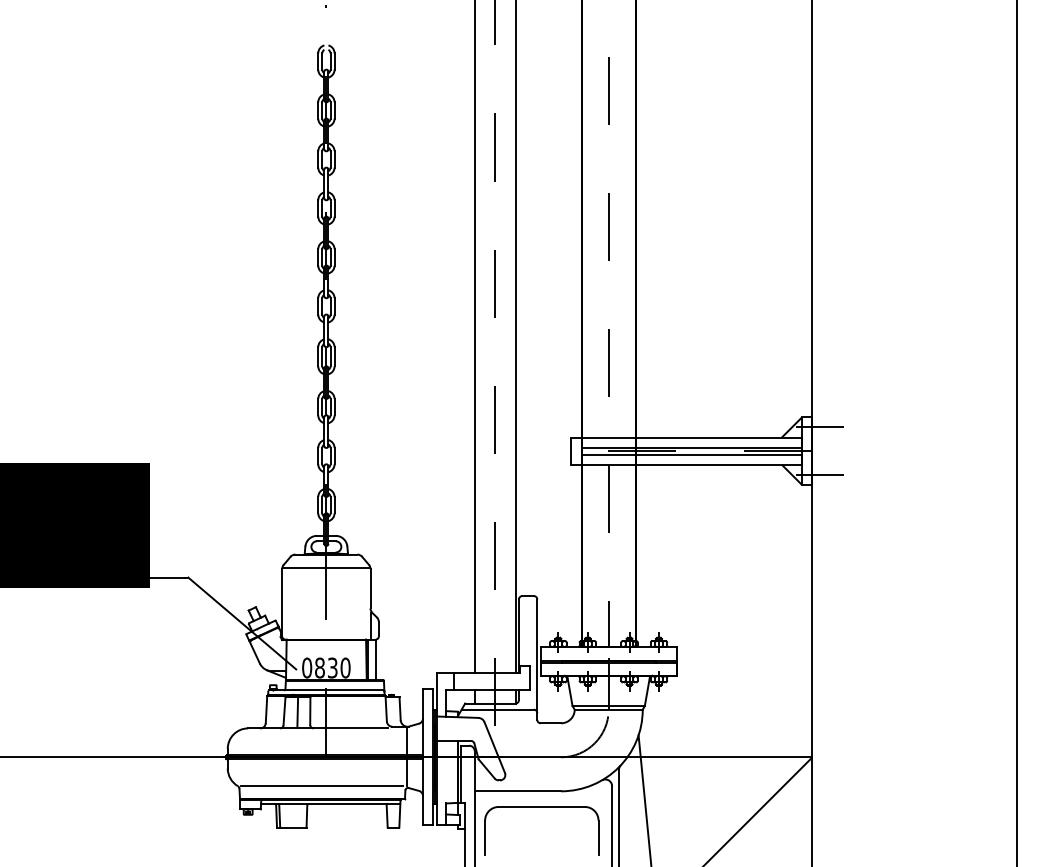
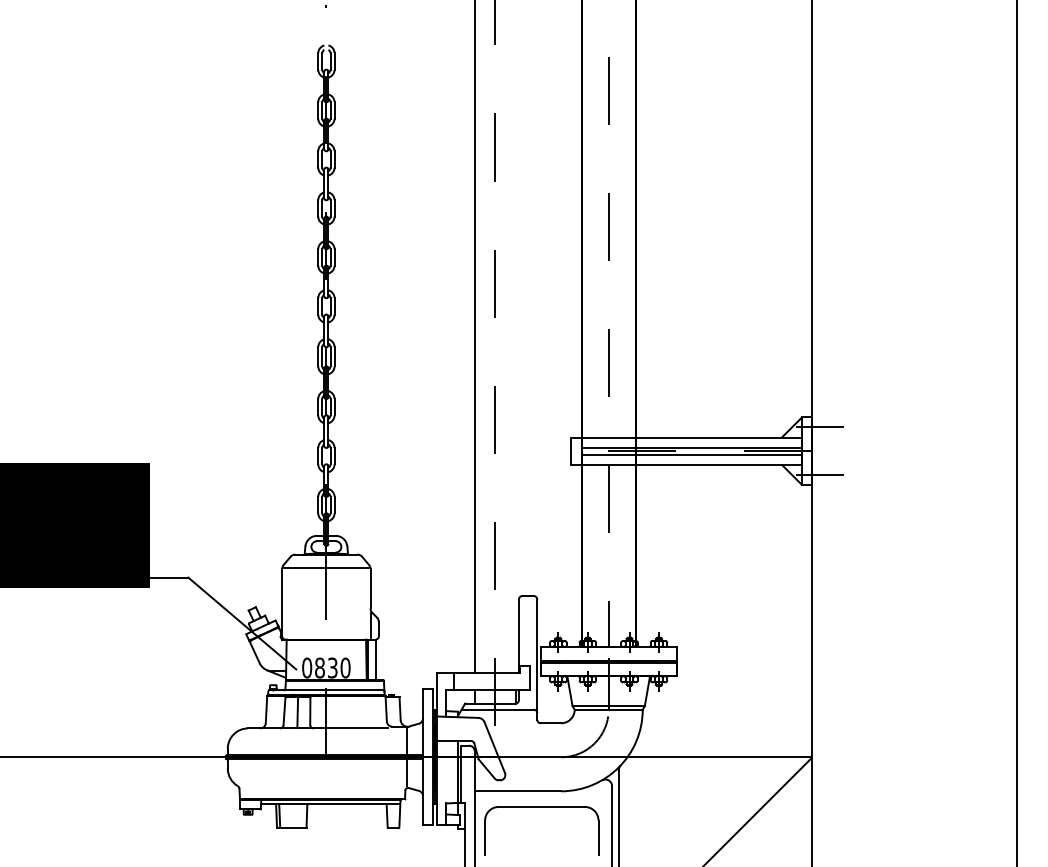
line at (515, 337): present -> none
line at (321, 785): present -> none
line at (644, 799): present -> none
